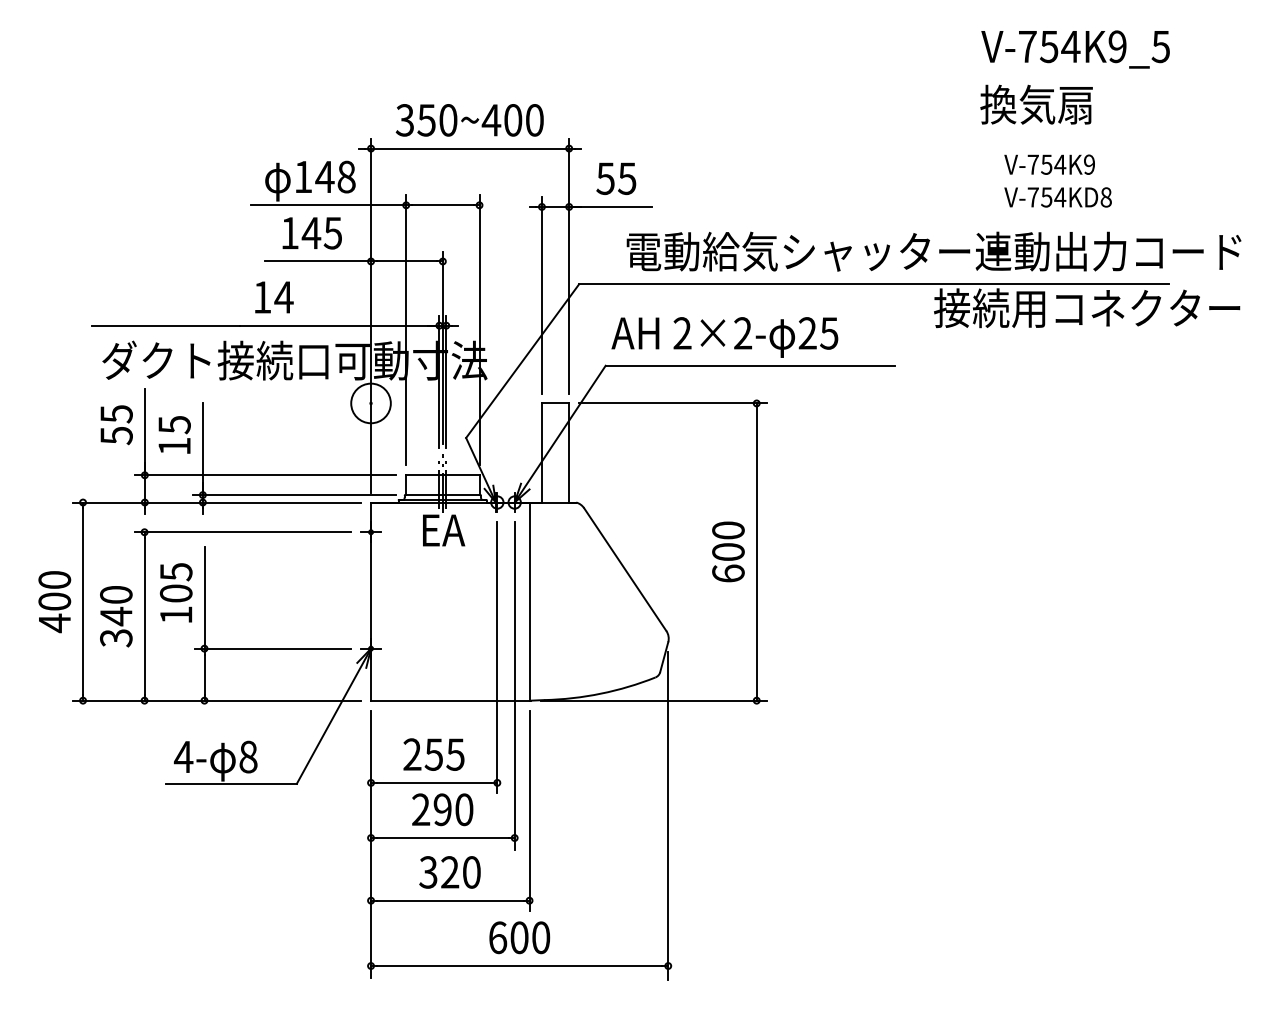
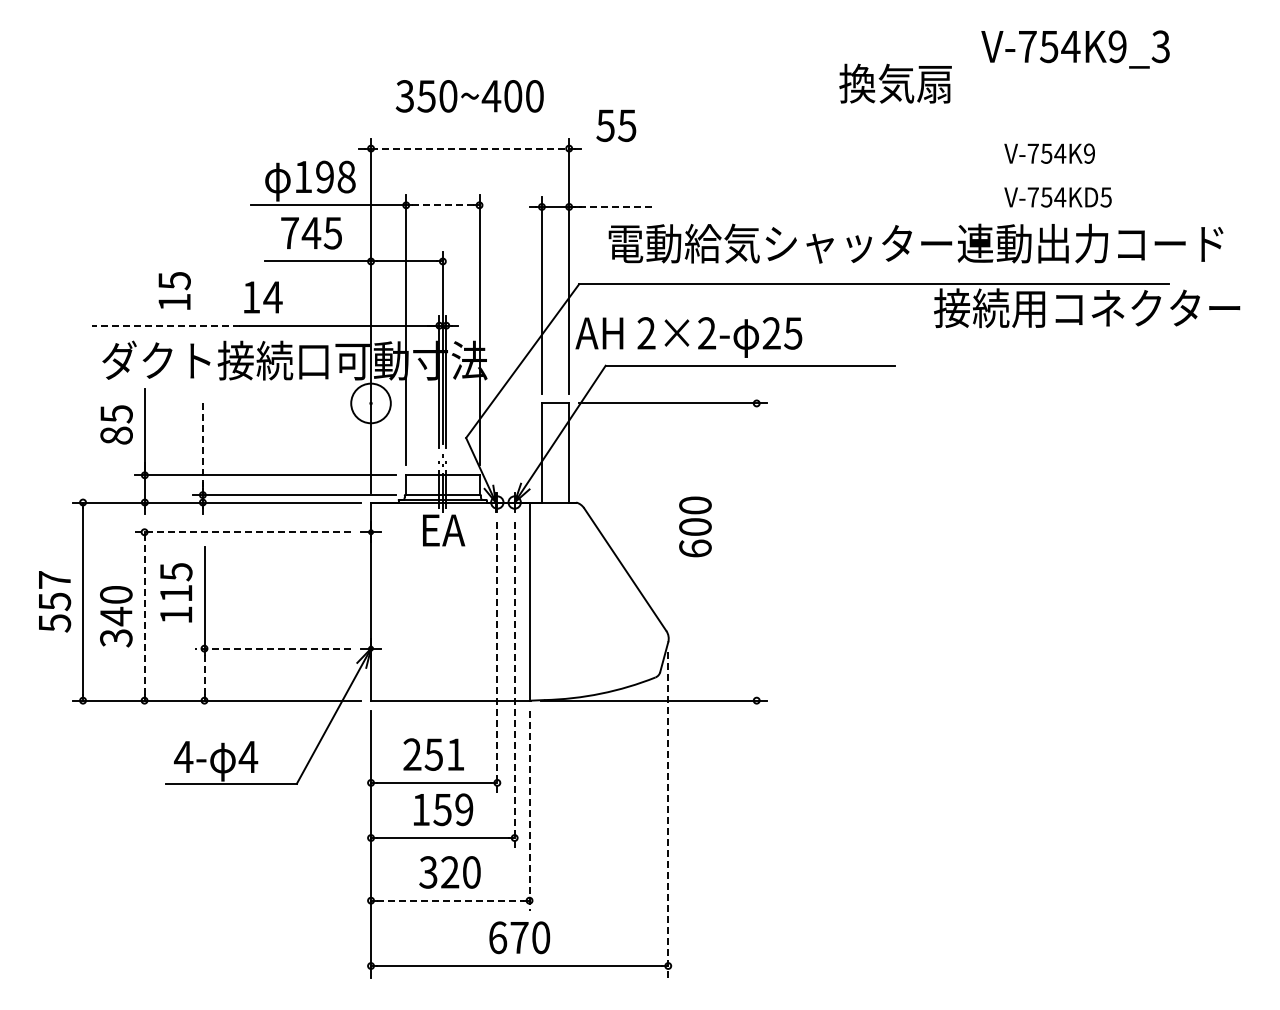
text at (1160, 46): V-754K9_5 -> V-754K9_3
text at (1036, 104) position: (1036, 104) -> (895, 83)
text at (469, 120) position: (469, 120) -> (469, 96)
line at (470, 148): solid -> dashed
text at (1049, 164) position: (1049, 164) -> (1049, 153)
text at (324, 176): 148 -> 198
text at (616, 178) position: (616, 178) -> (616, 125)
text at (1105, 197): V-754KD8 -> V-754KD5
line at (442, 205): solid -> dashed
line at (610, 206): solid -> dashed
text at (289, 233): 145 -> 745
text at (933, 251) position: (933, 251) -> (915, 243)
text at (274, 297) position: (274, 297) -> (263, 297)
line at (165, 325): solid -> dashed
text at (724, 337) position: (724, 337) -> (688, 337)
text at (174, 434) position: (174, 434) -> (174, 290)
text at (116, 435): 55 -> 85
line at (202, 449): solid -> dashed
line at (242, 532): solid -> dashed
text at (728, 551) position: (728, 551) -> (695, 526)
line at (756, 551): present -> none
text at (175, 593): 105 -> 115
text at (54, 602): 400 -> 557
line at (144, 615): solid -> dashed
line at (272, 648): solid -> dashed
line at (497, 658): solid -> dashed
line at (204, 674): solid -> dashed
line at (514, 686): solid -> dashed
text at (455, 754): 255 -> 251
text at (248, 756): 8 -> 4
text at (442, 809): 290 -> 159
line at (529, 811): solid -> dashed
line at (668, 815): solid -> dashed
line at (450, 900): solid -> dashed
text at (519, 937): 600 -> 670
